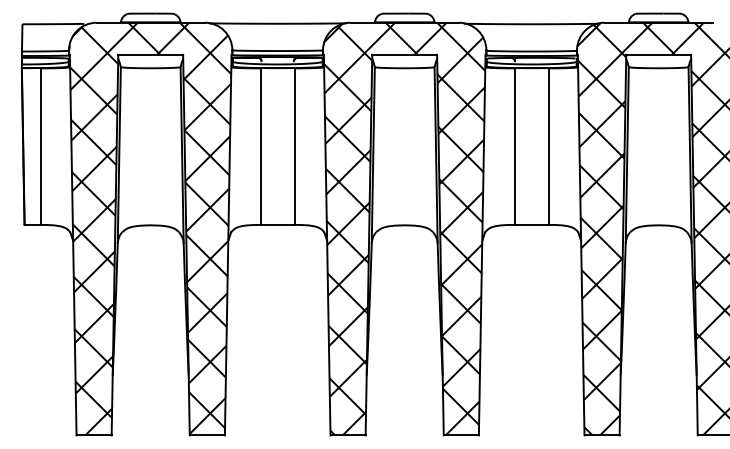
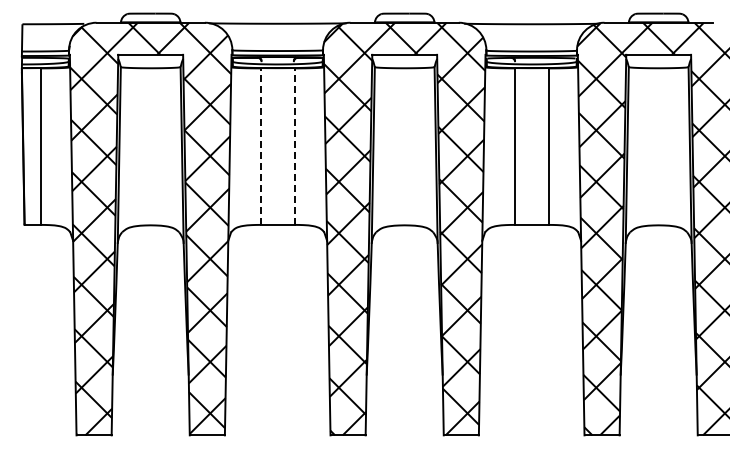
line at (260, 146): solid -> dashed
line at (294, 146): solid -> dashed
